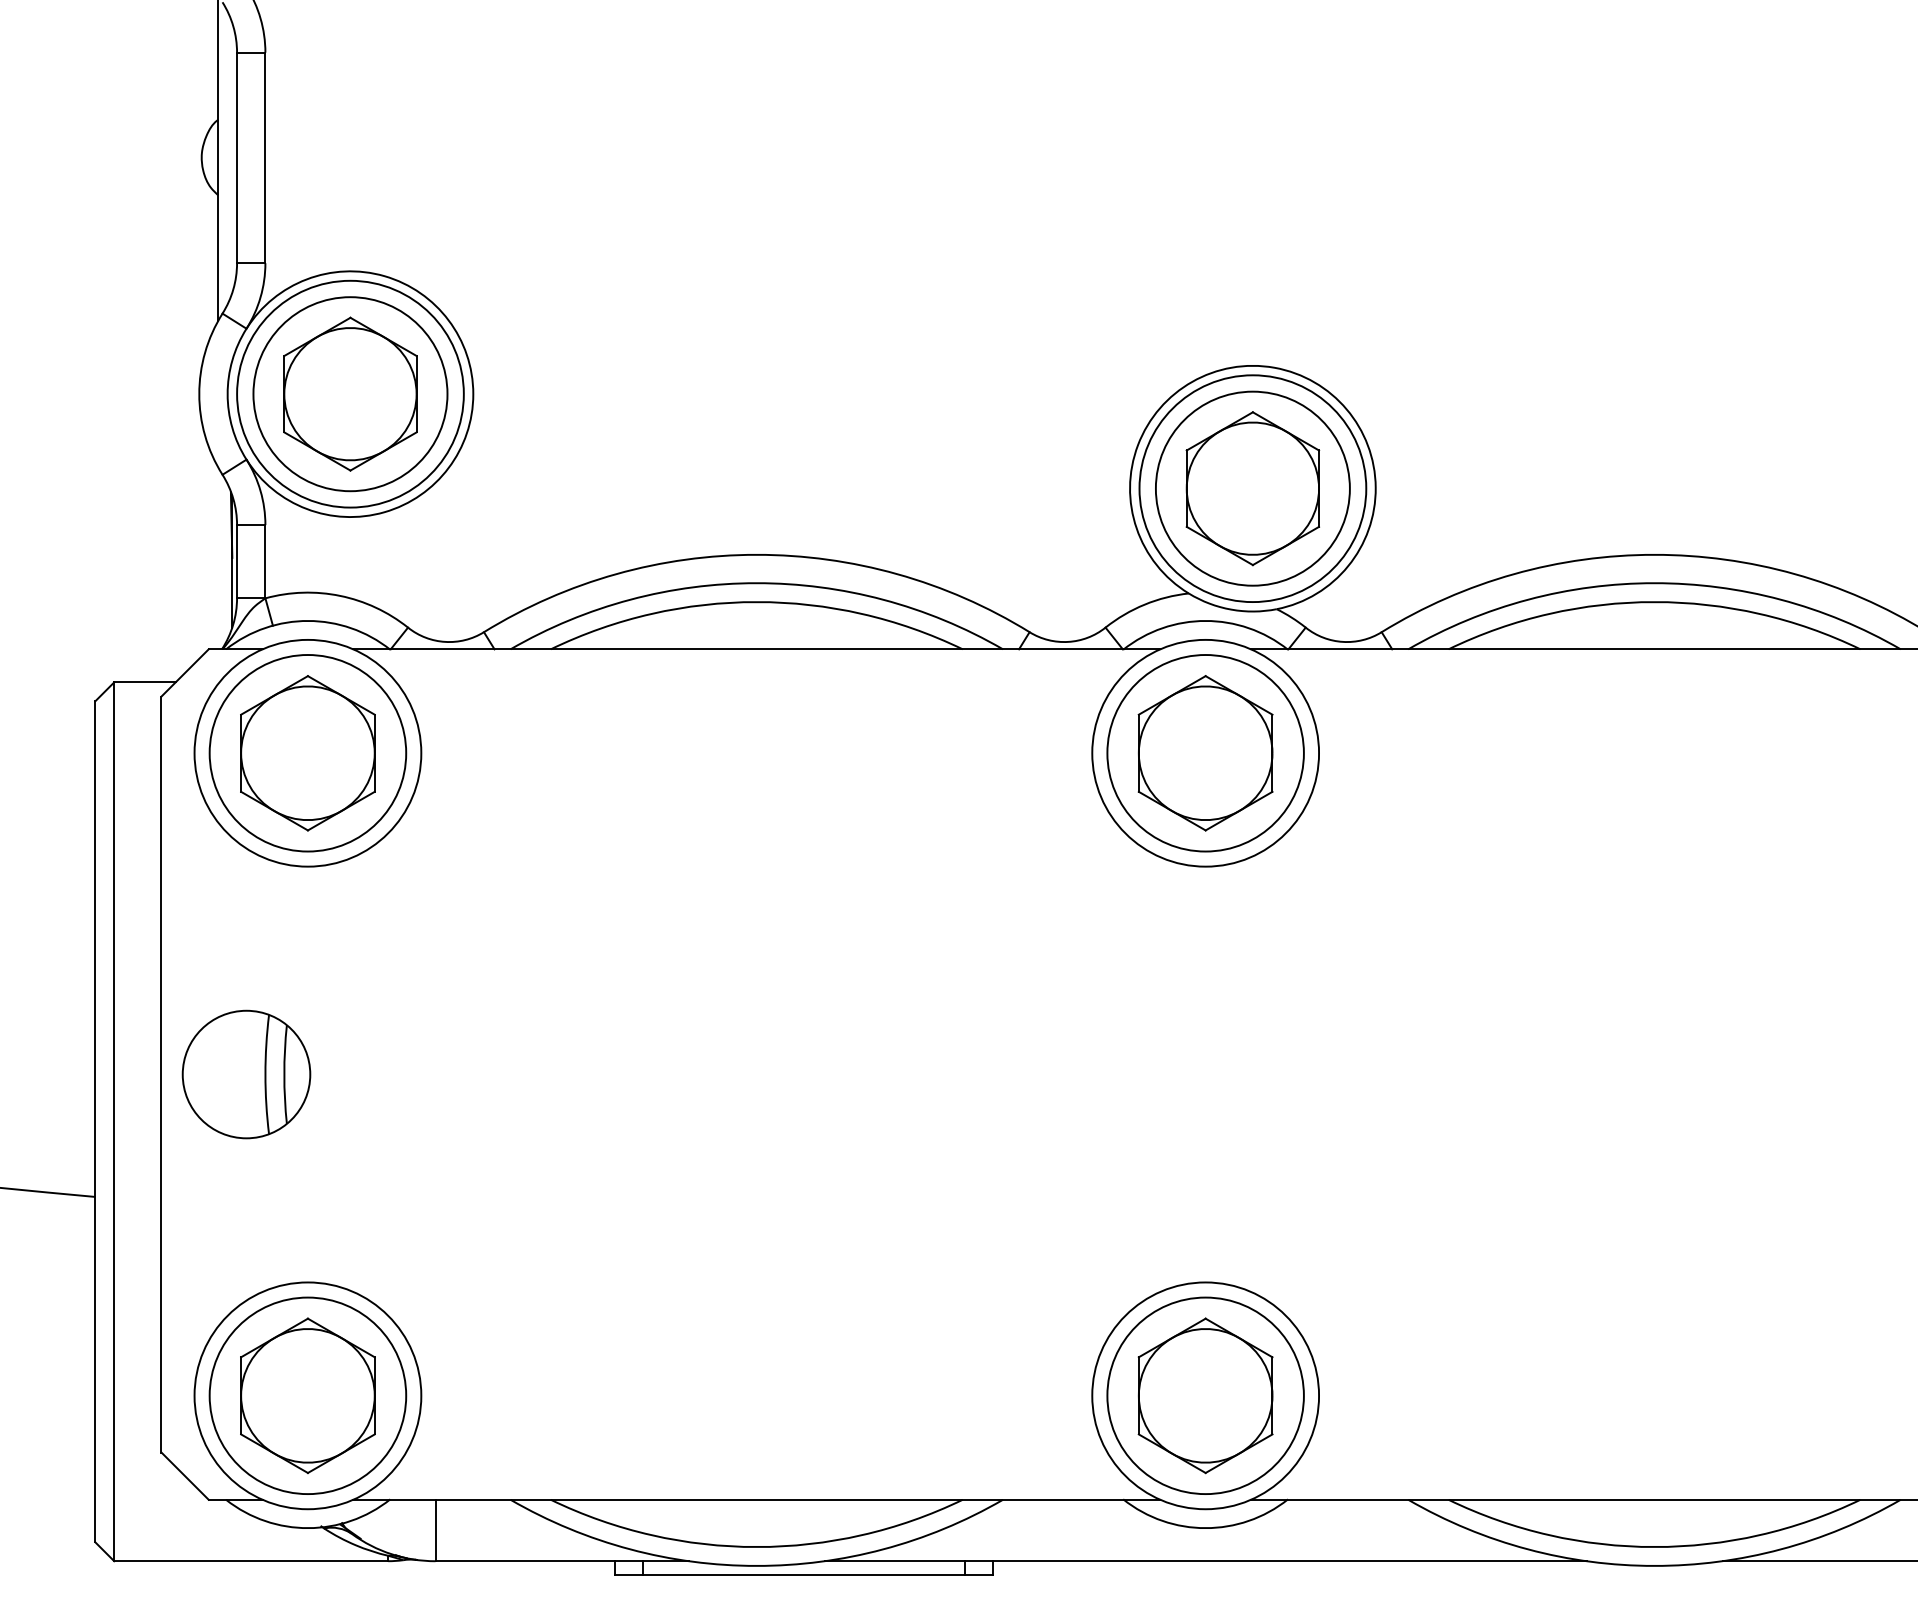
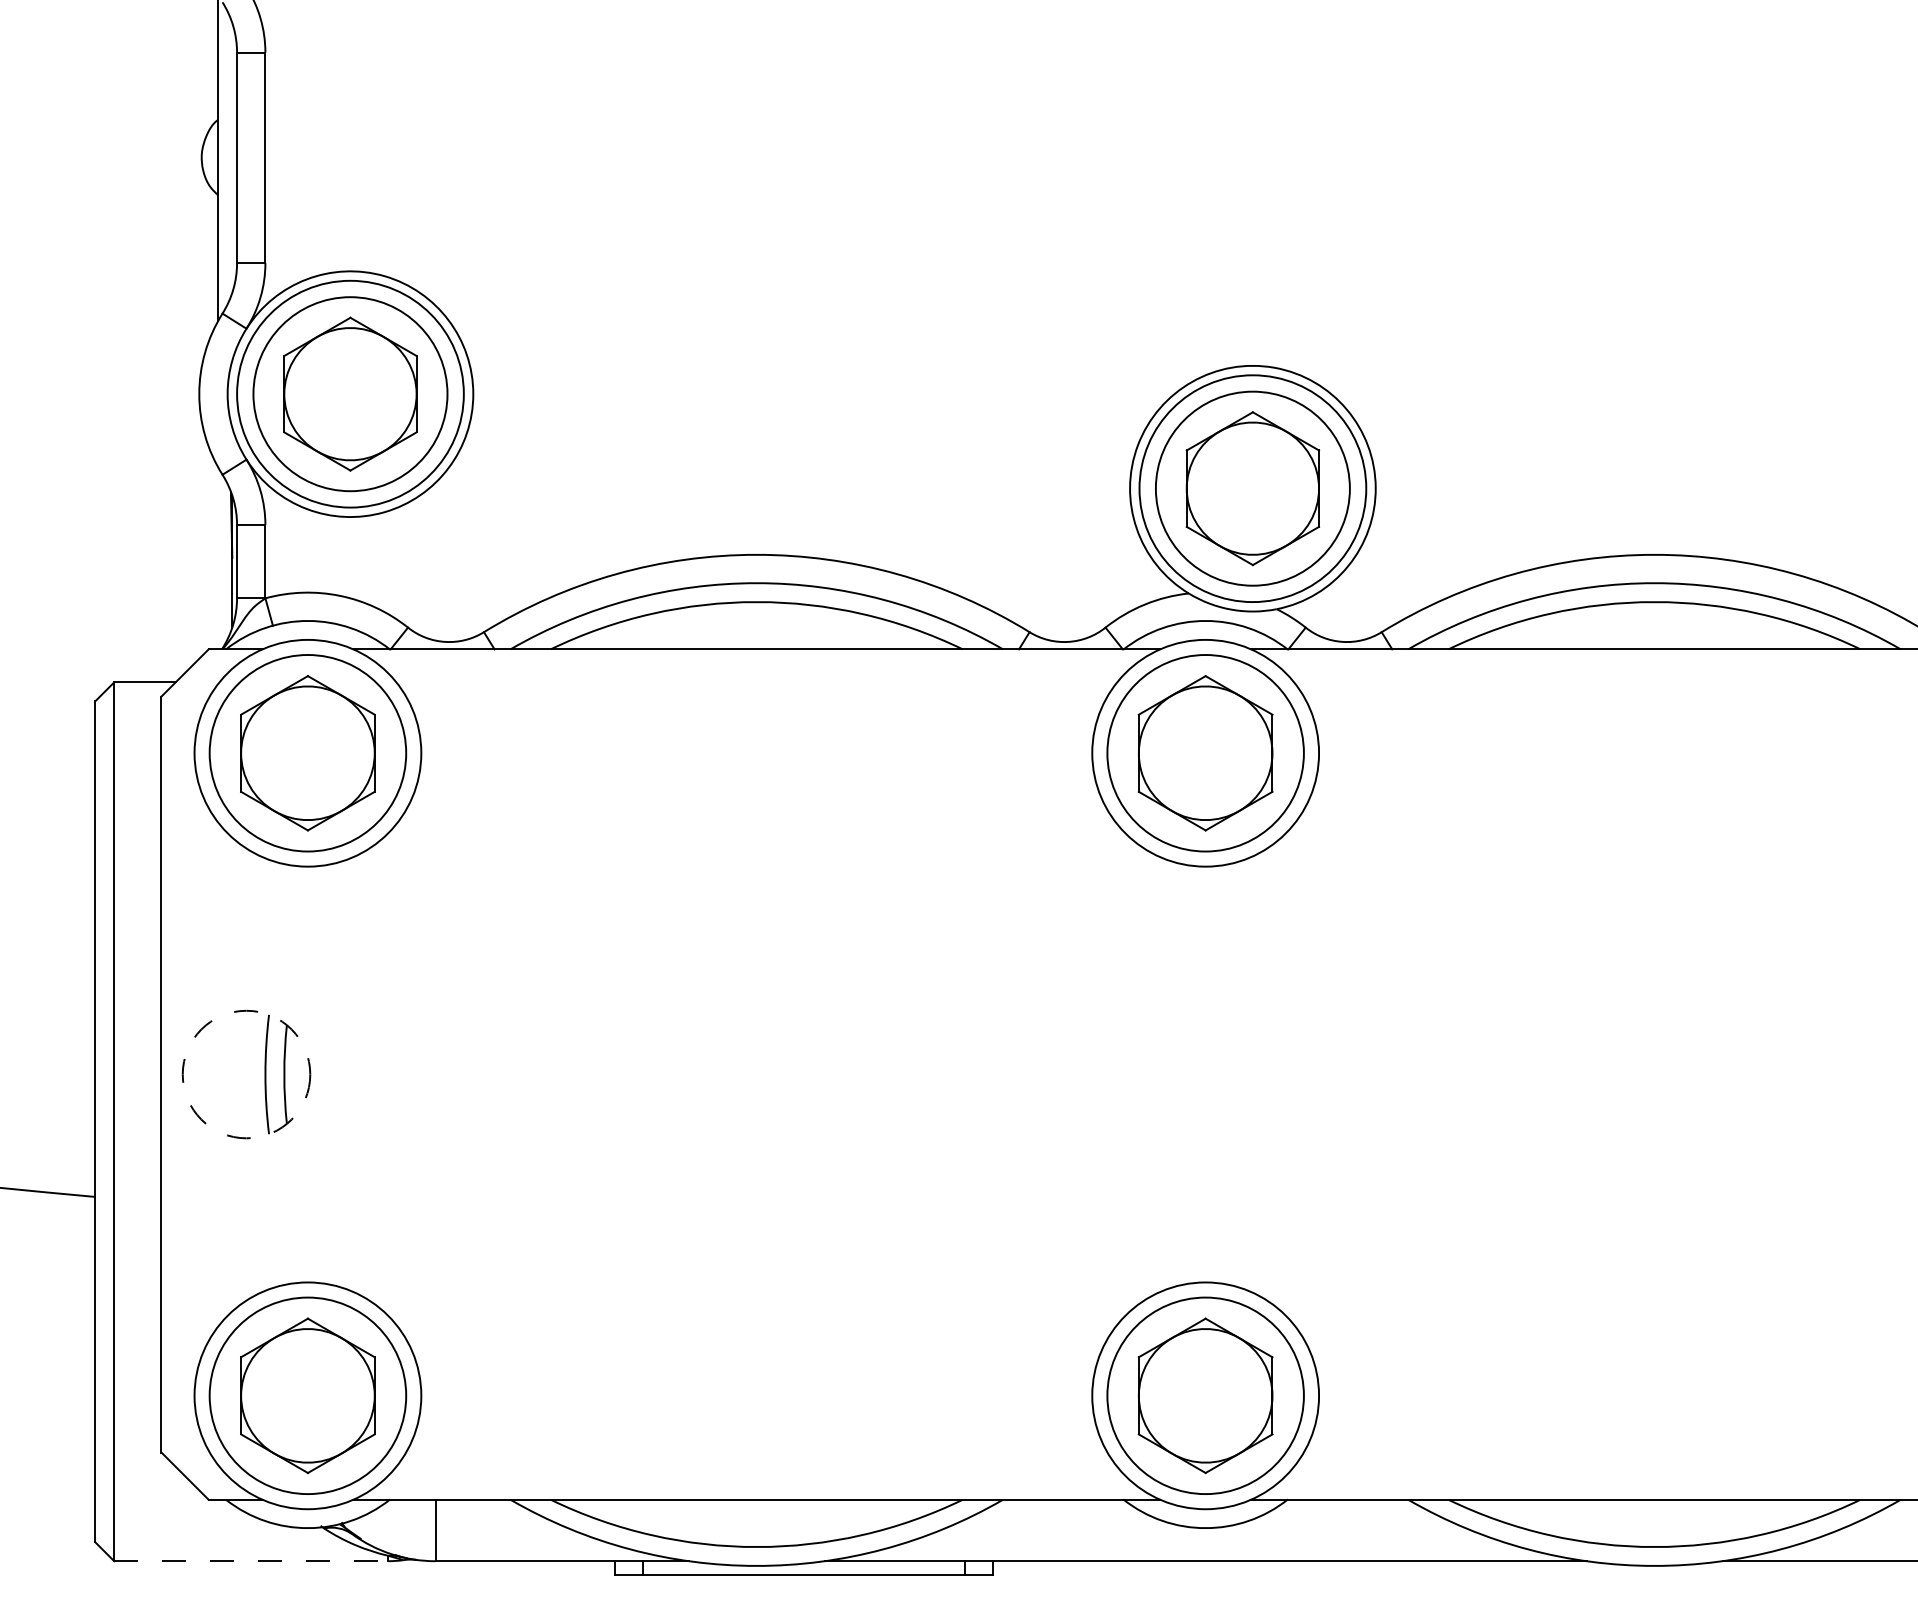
circle at (246, 1074): solid -> dashed
line at (251, 1561): solid -> dashed
